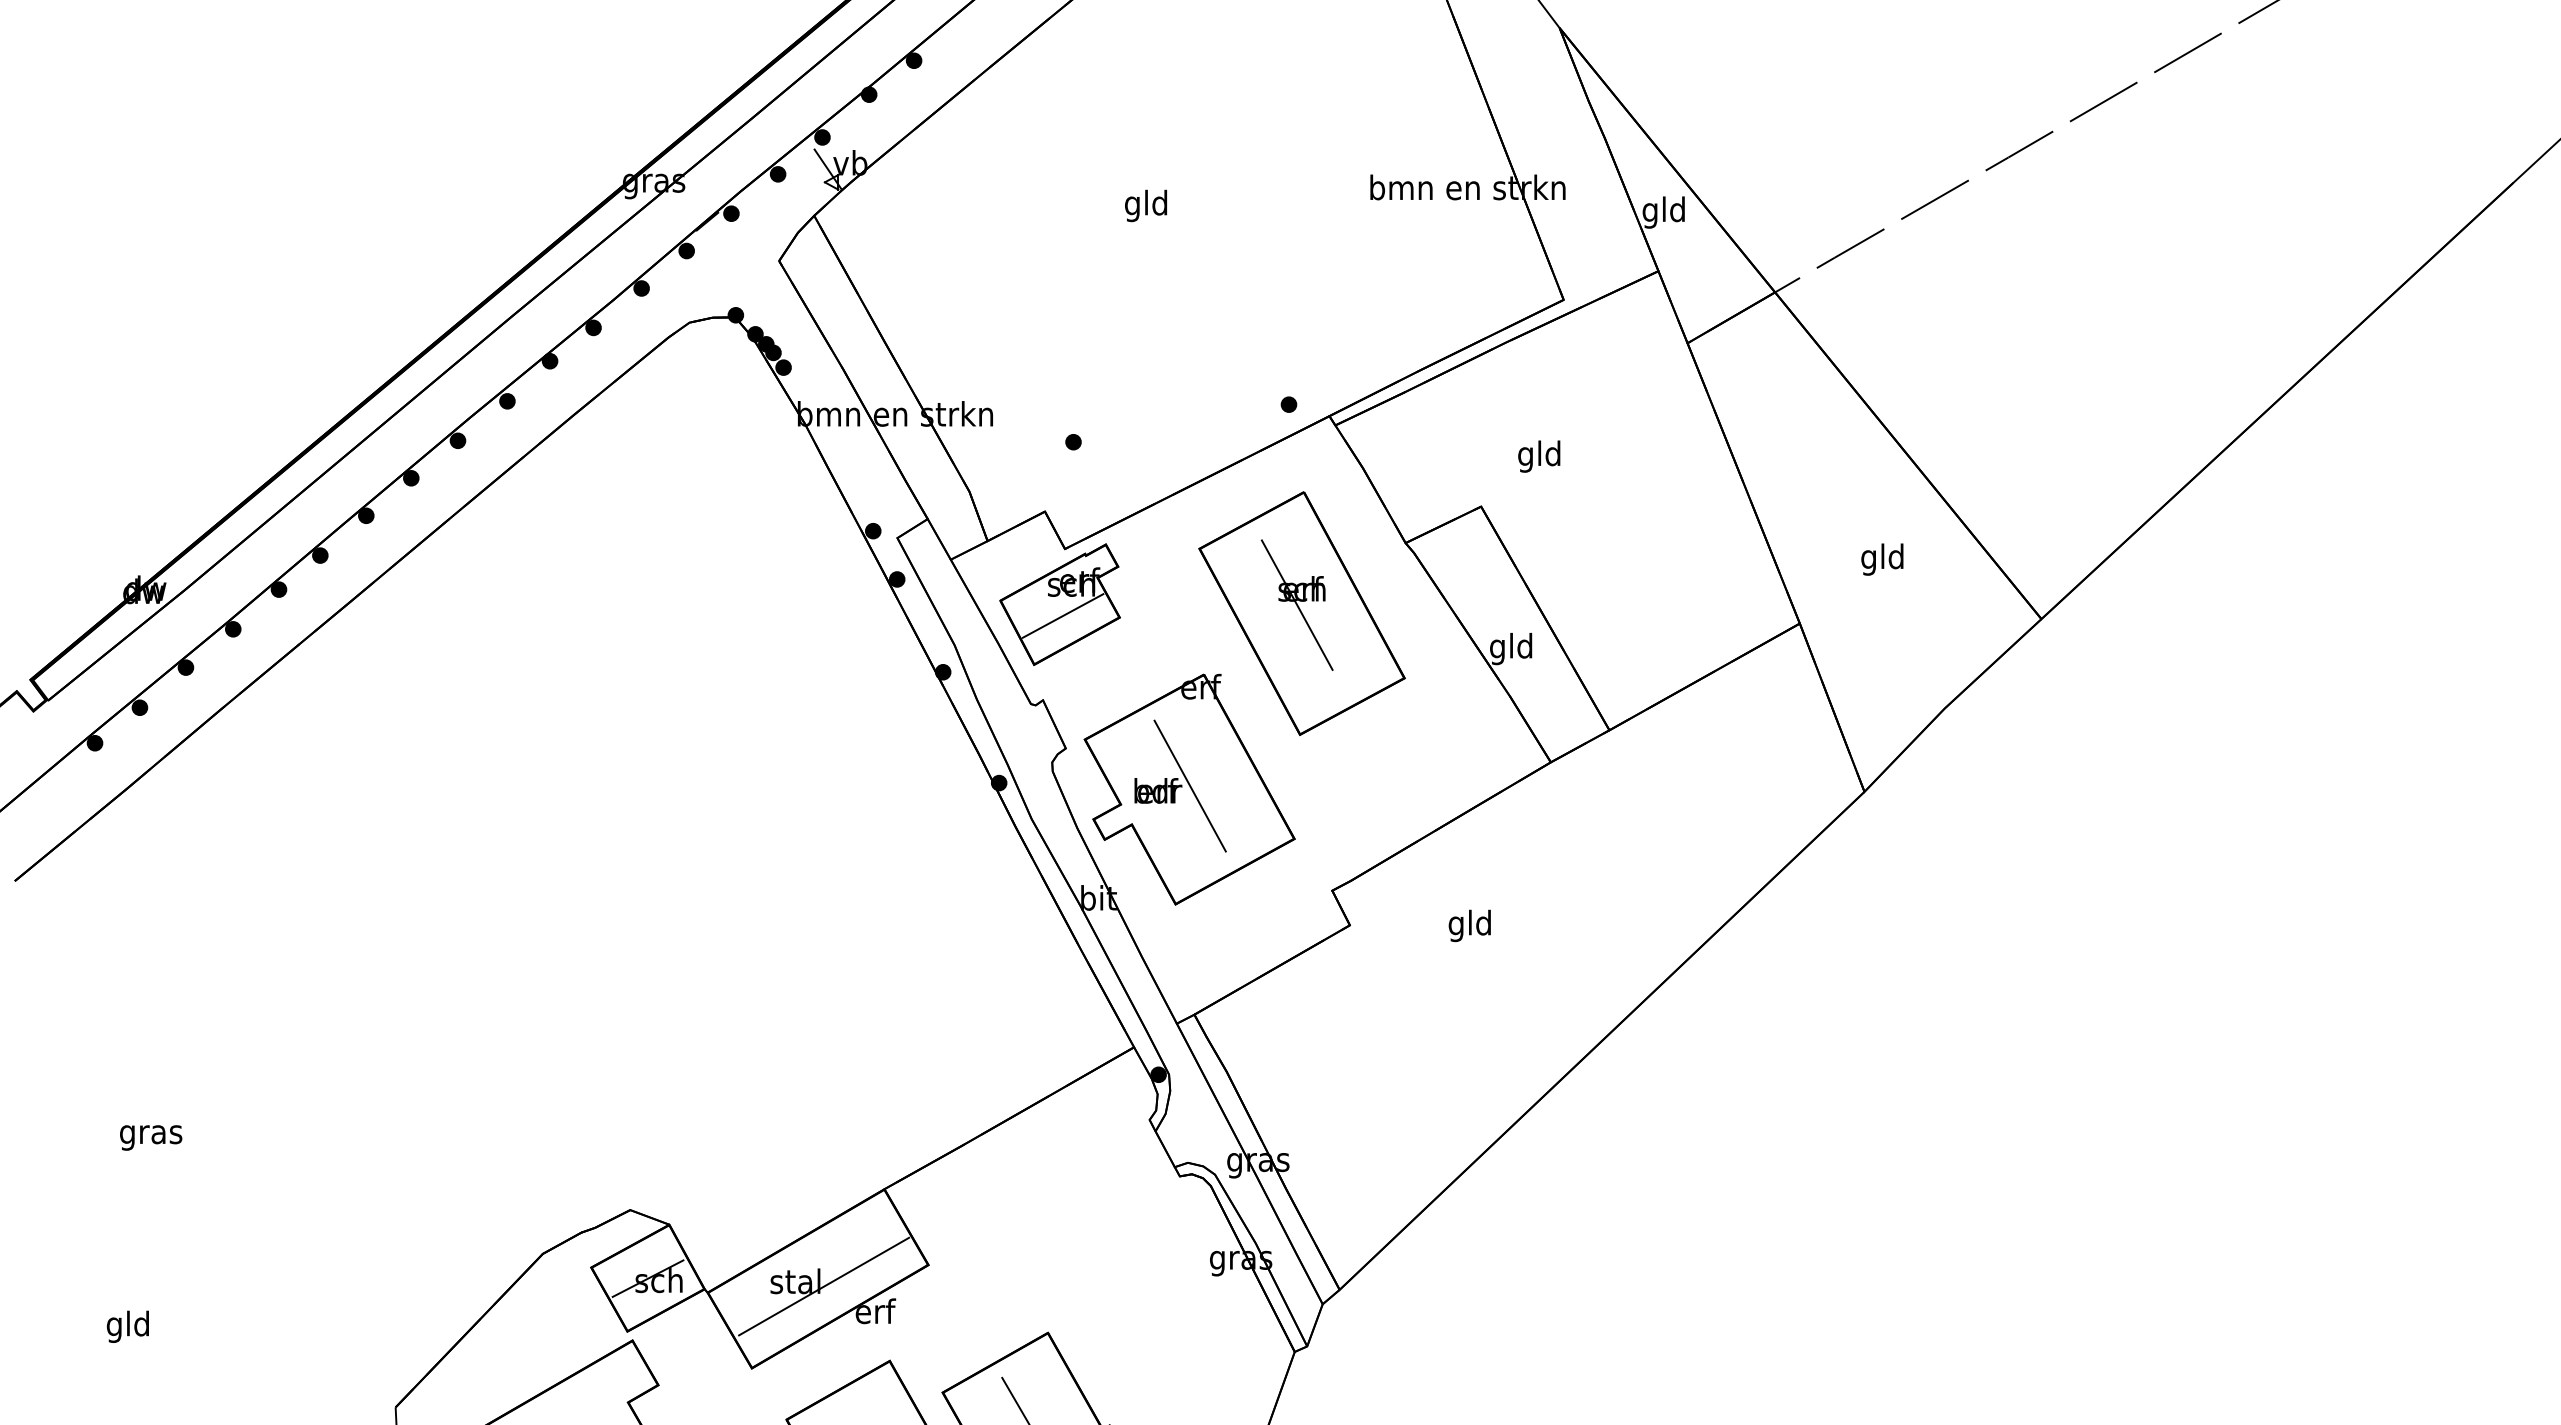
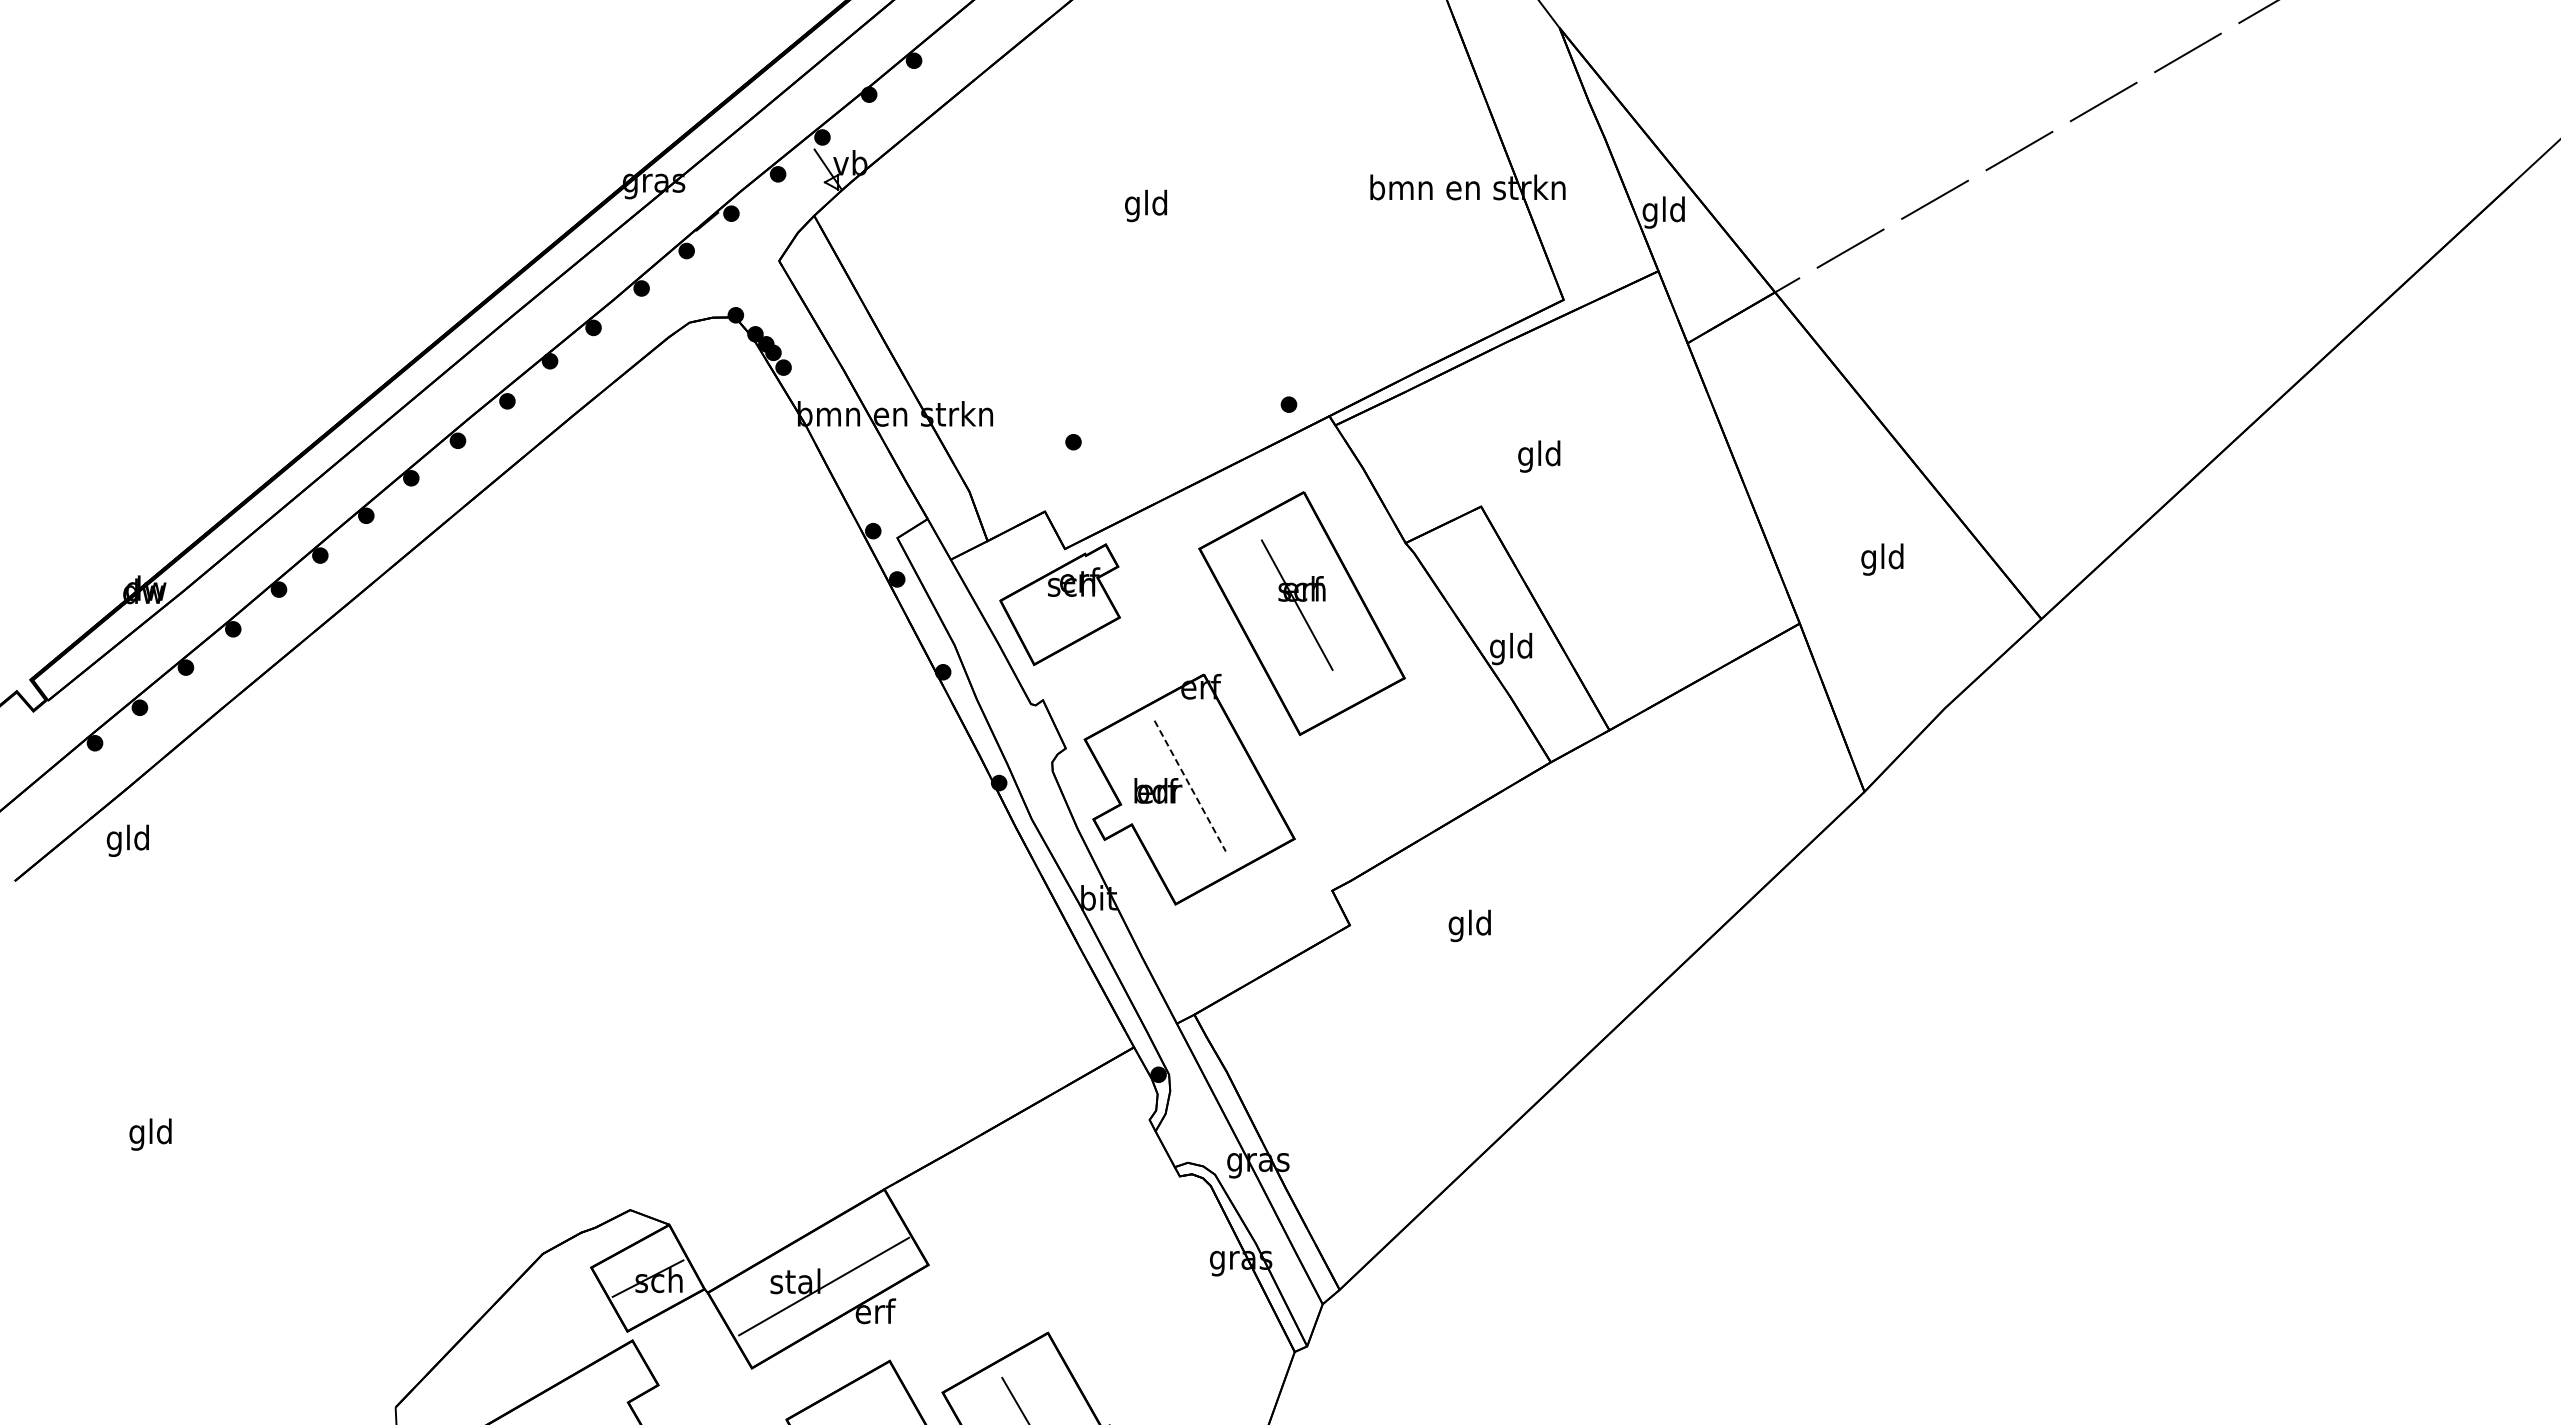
line at (1062, 615): present -> none
line at (1190, 786): solid -> dashed
text at (151, 1134): gras -> gld
text at (127, 1326) position: (127, 1326) -> (127, 840)
